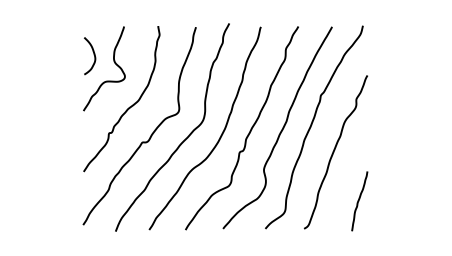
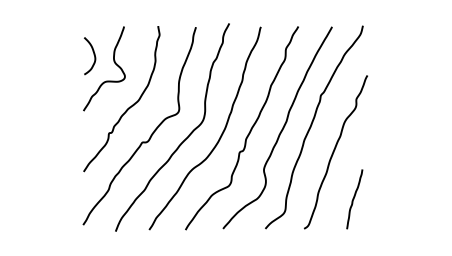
curve at (359, 201) position: (359, 201) -> (354, 199)
